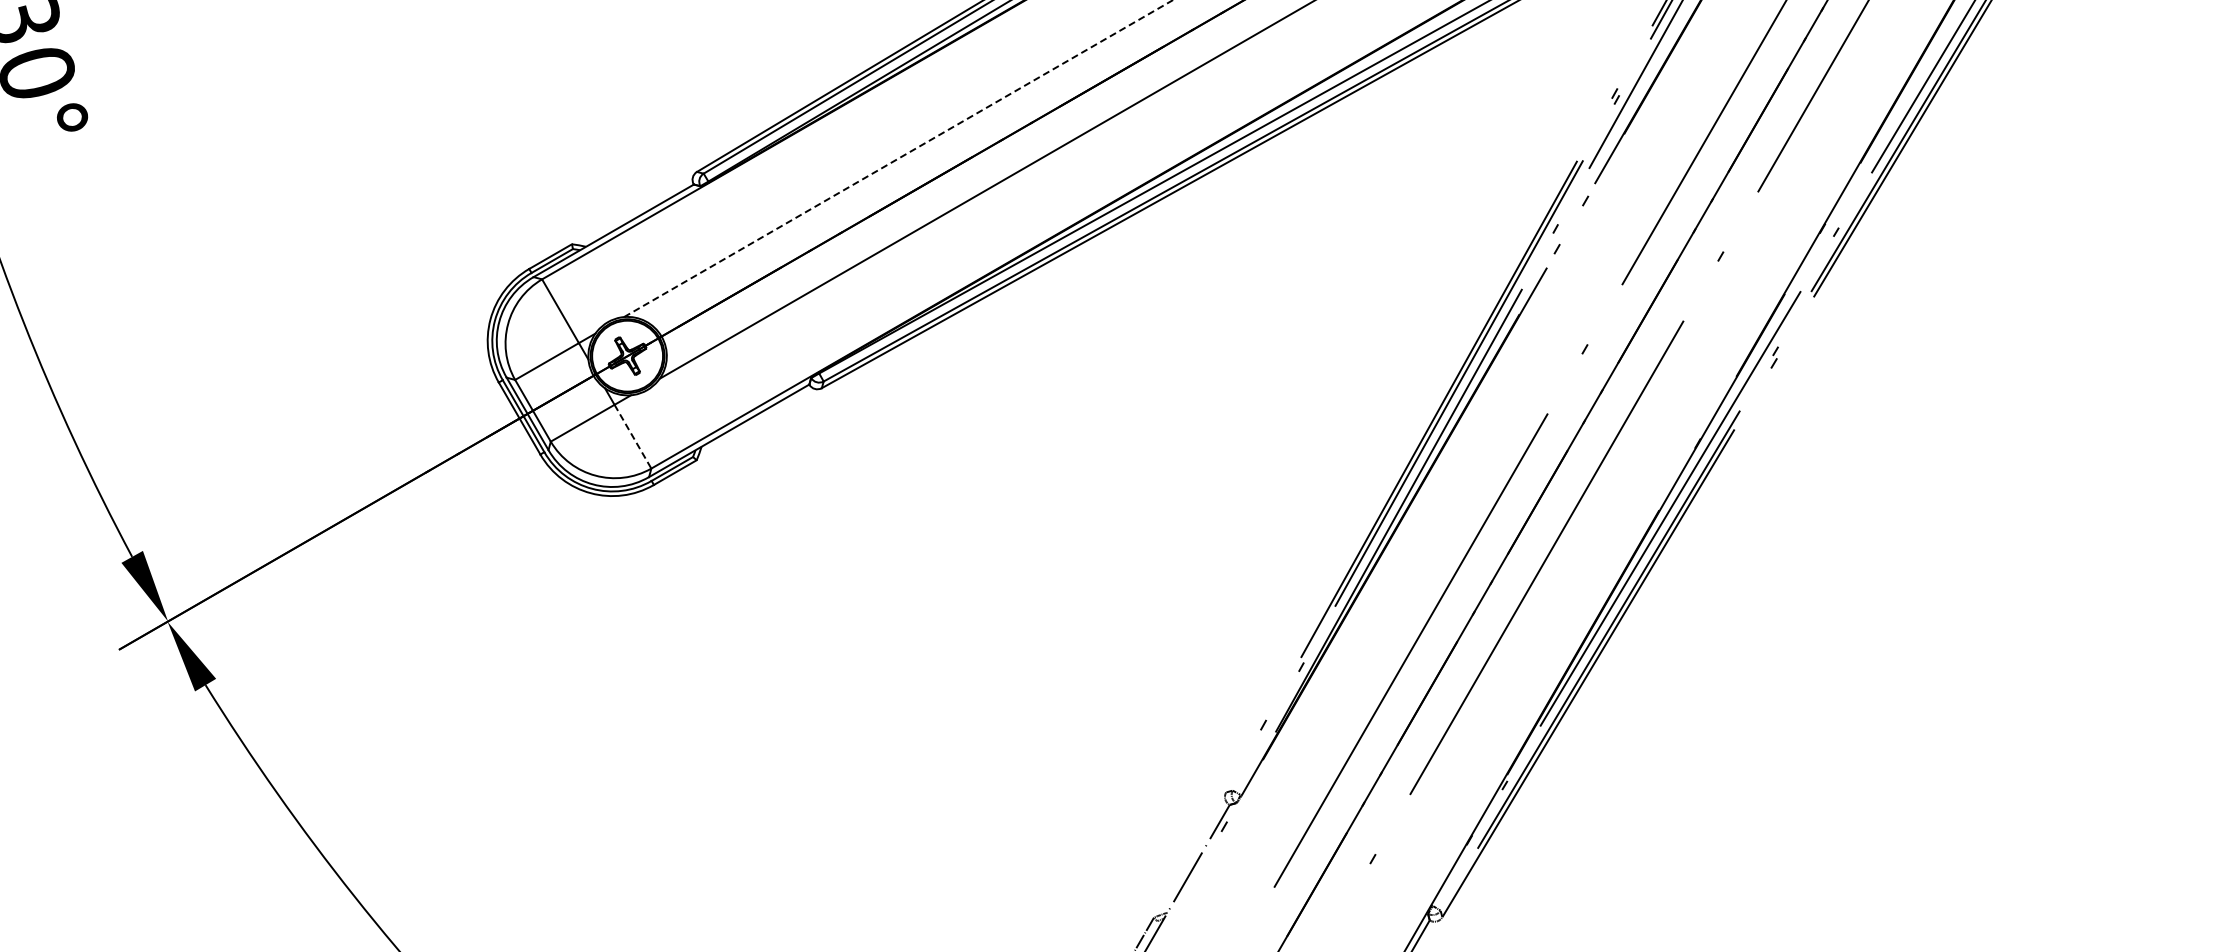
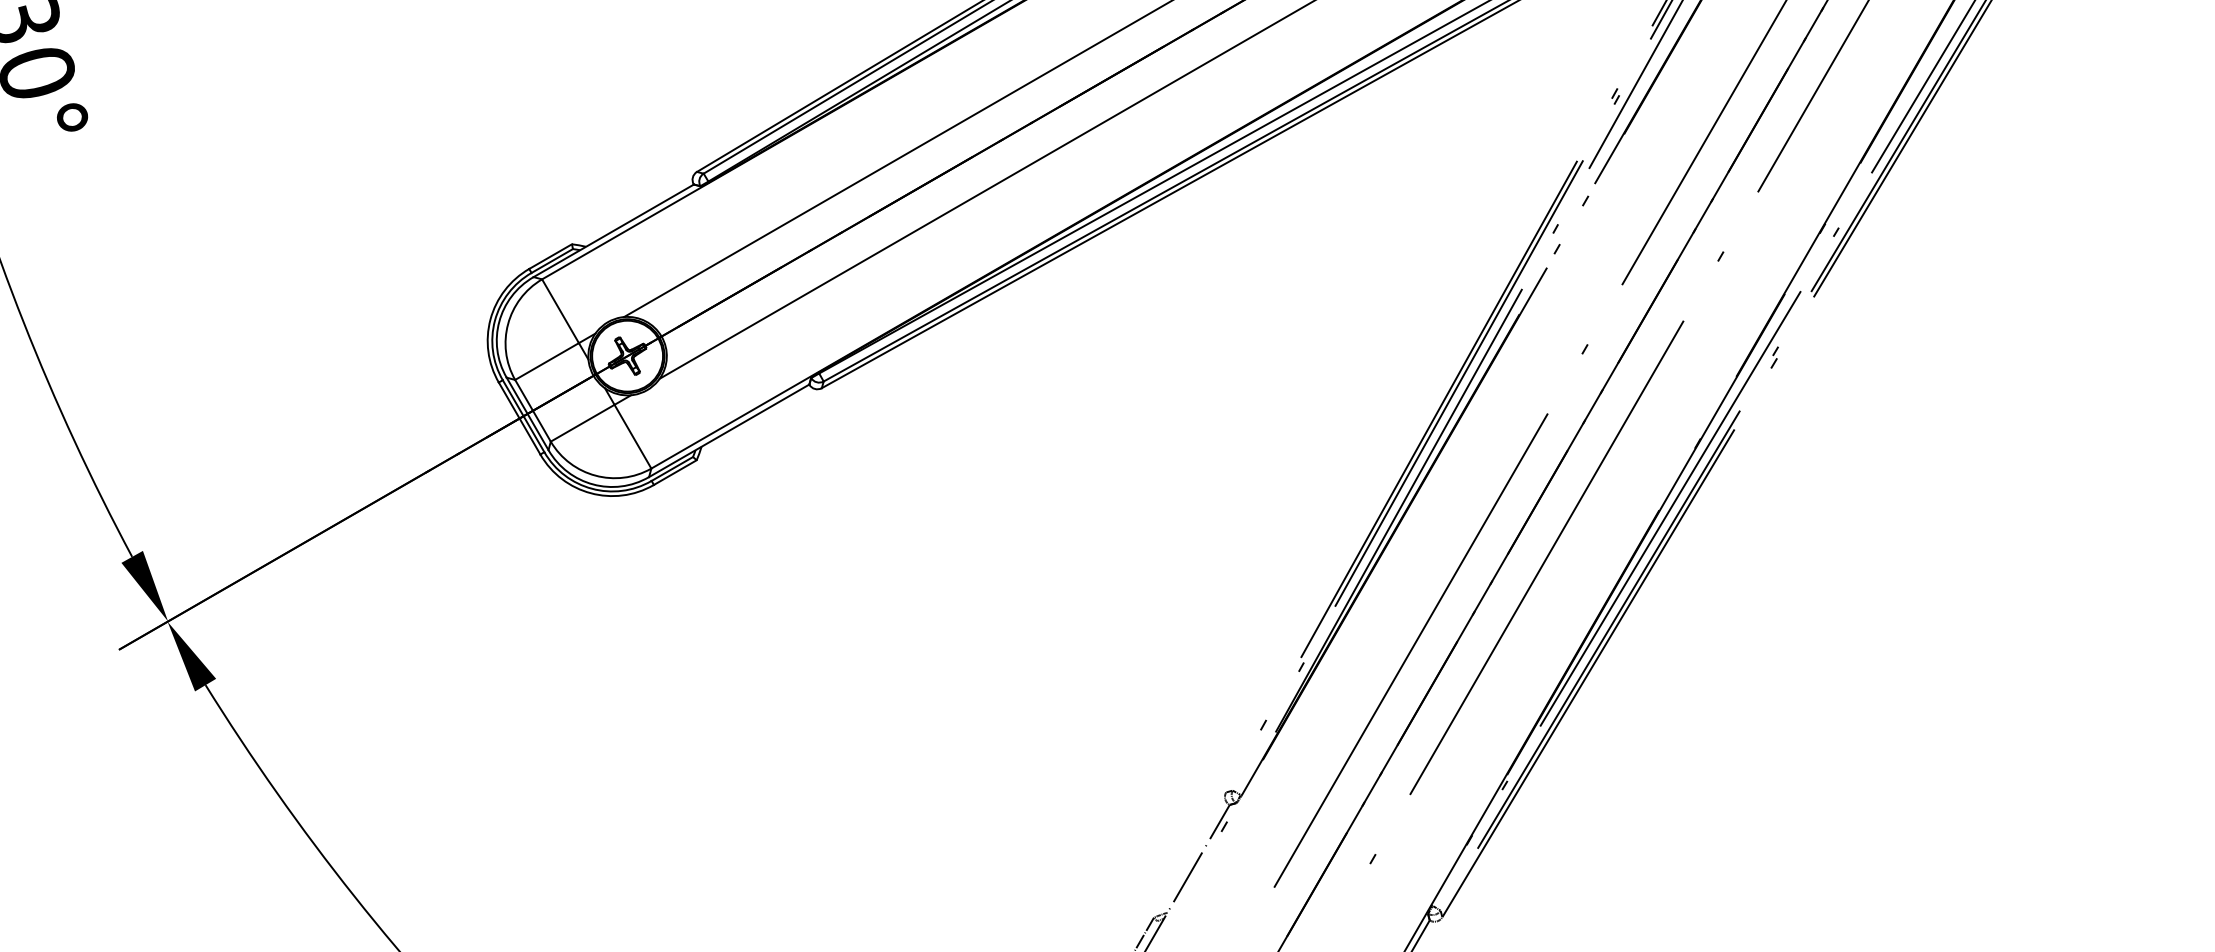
line at (898, 158): dashed -> solid
line at (632, 436): dashed -> solid
